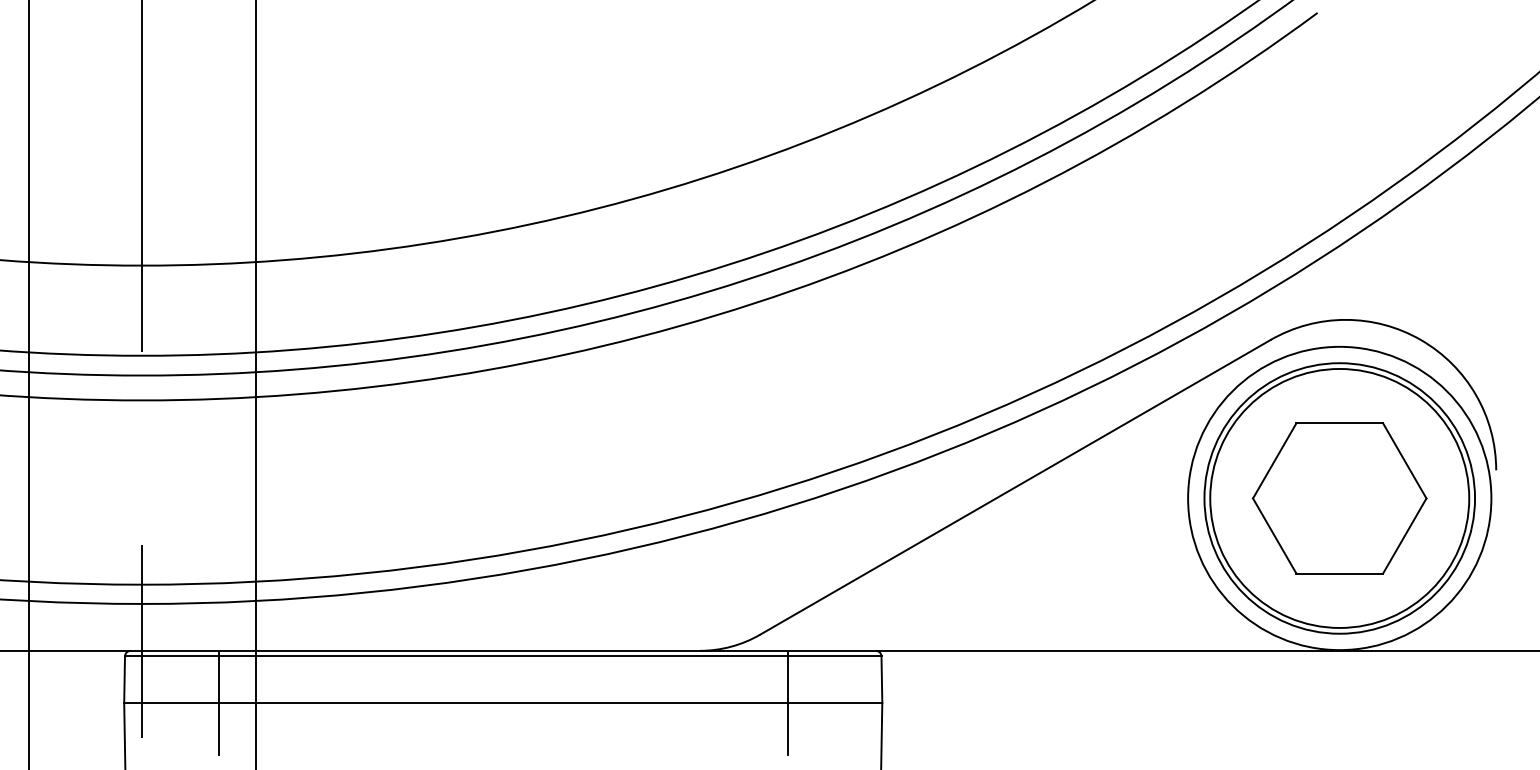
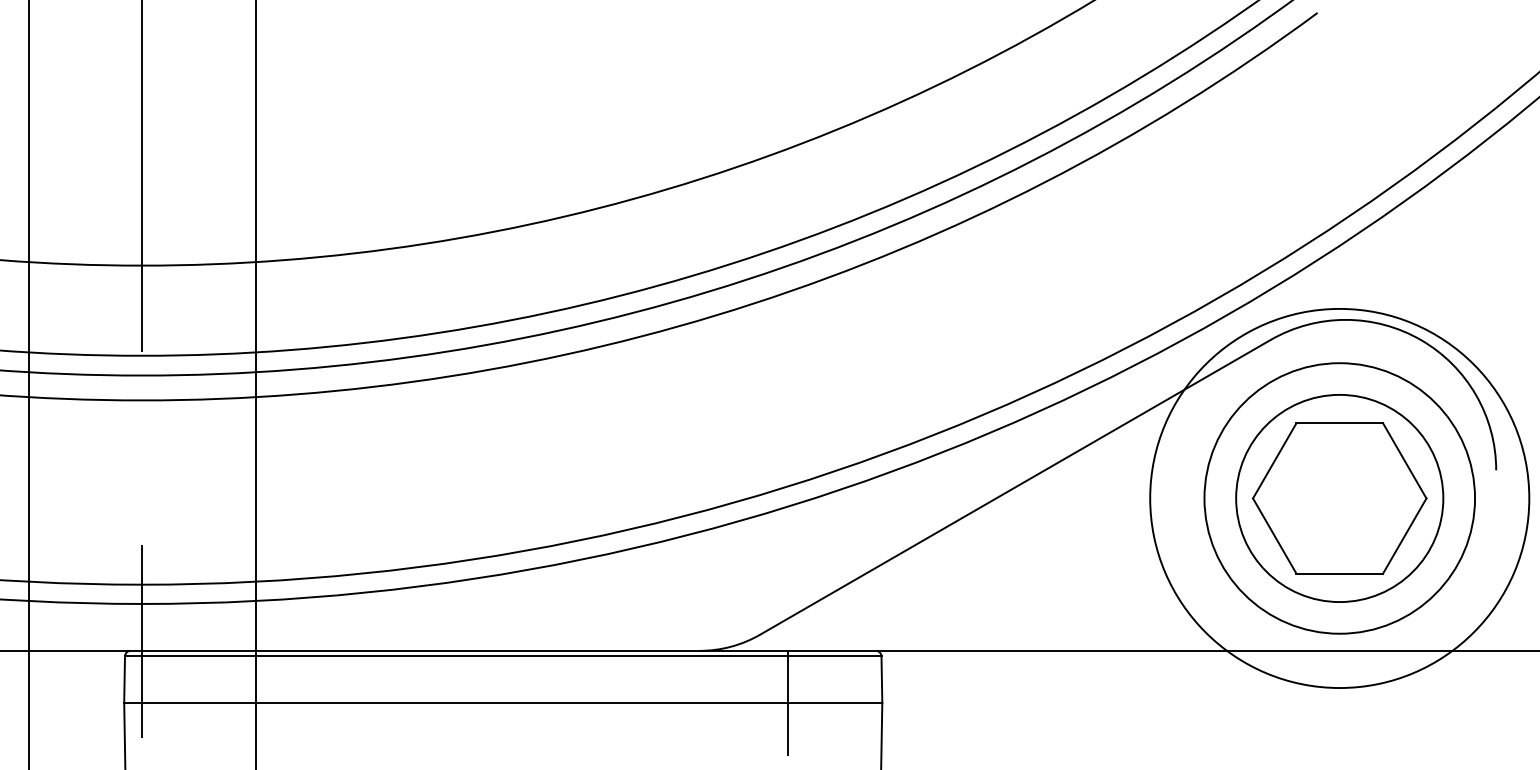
circle at (1339, 497) diameter: 259 px -> 207 px
circle at (1339, 498) diameter: 303 px -> 379 px
line at (218, 703): present -> none
